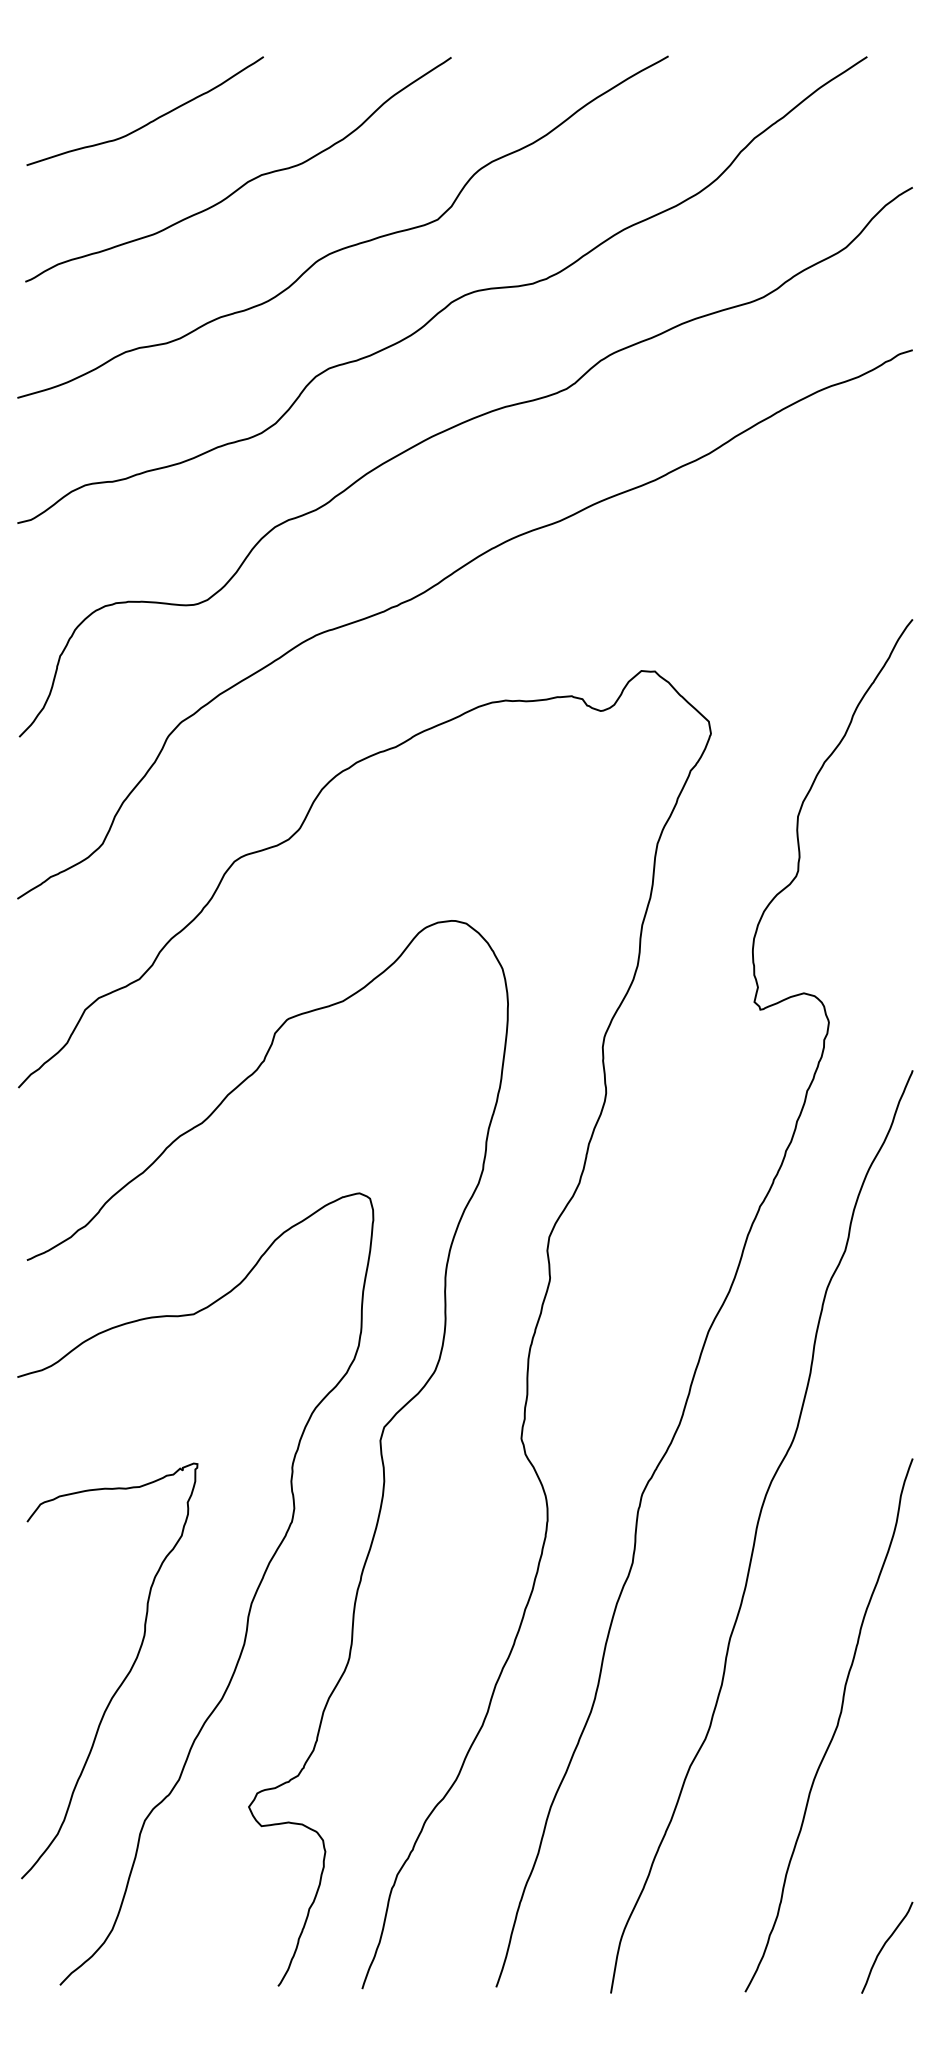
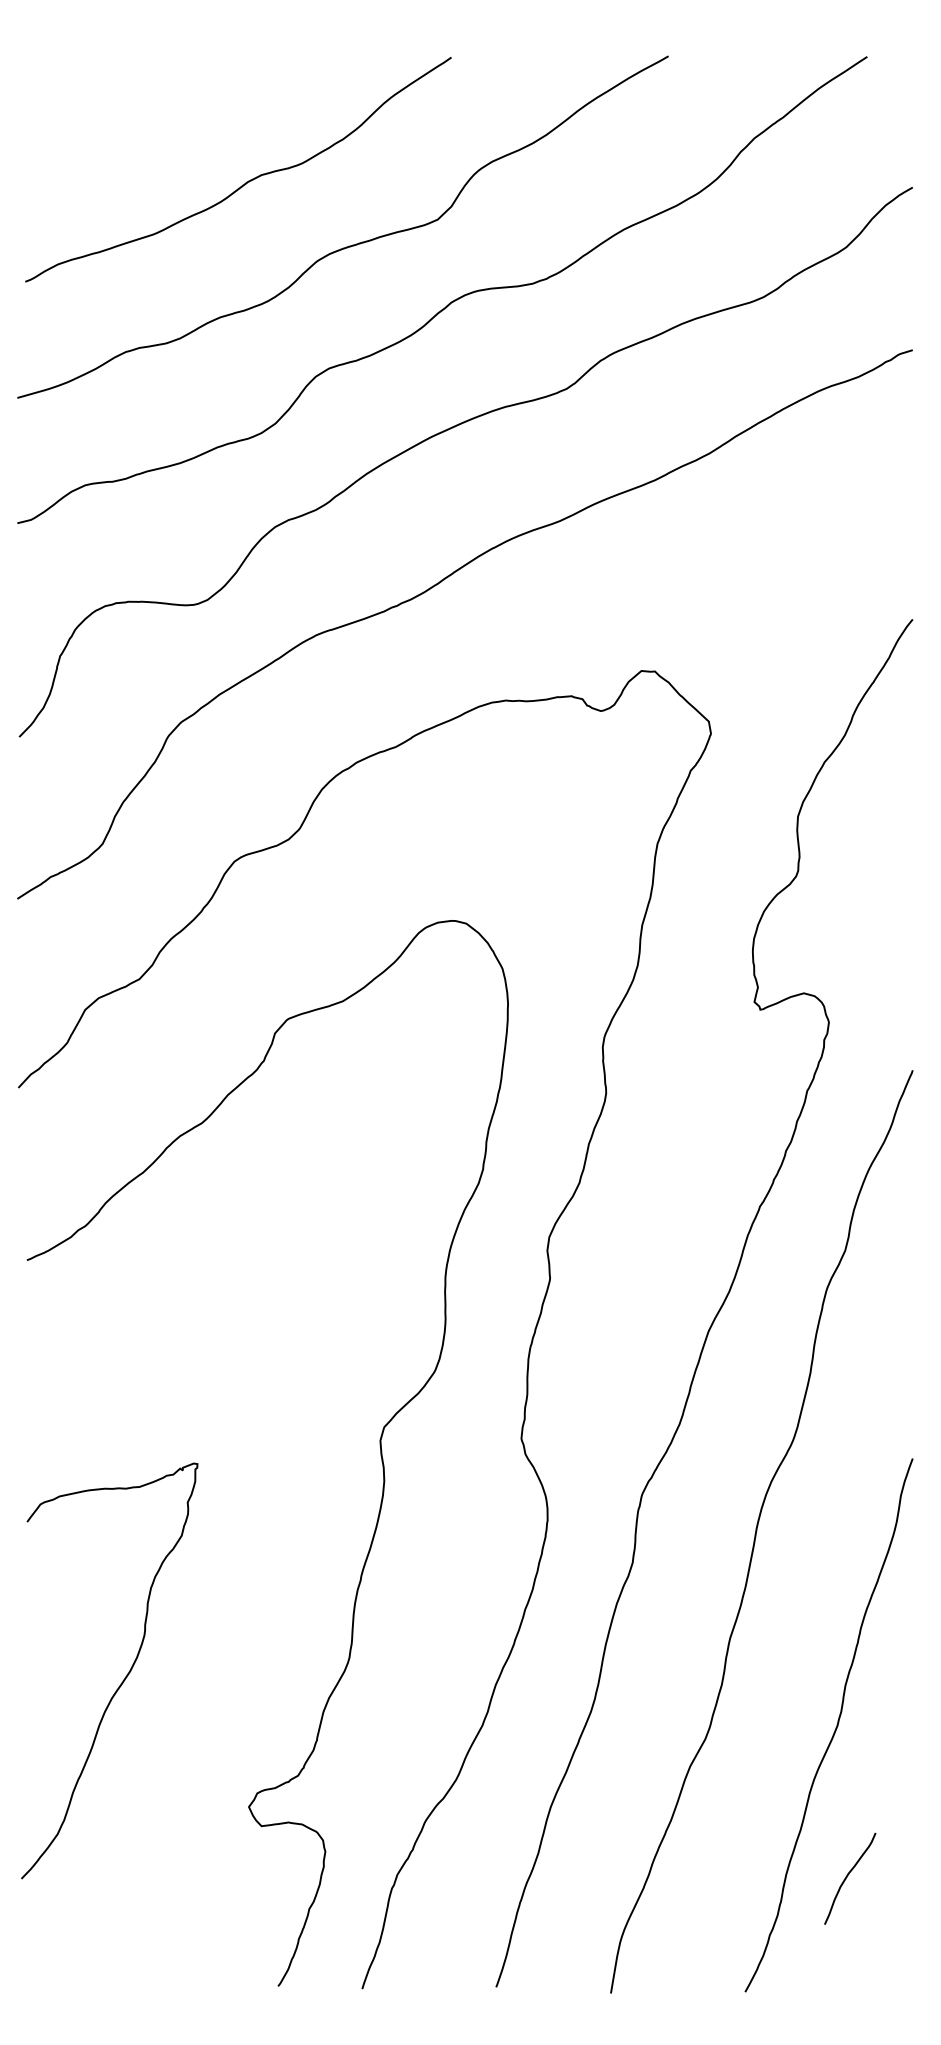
curve at (149, 121): present -> none
curve at (250, 1603): present -> none
curve at (884, 1946) position: (884, 1946) -> (847, 1877)
